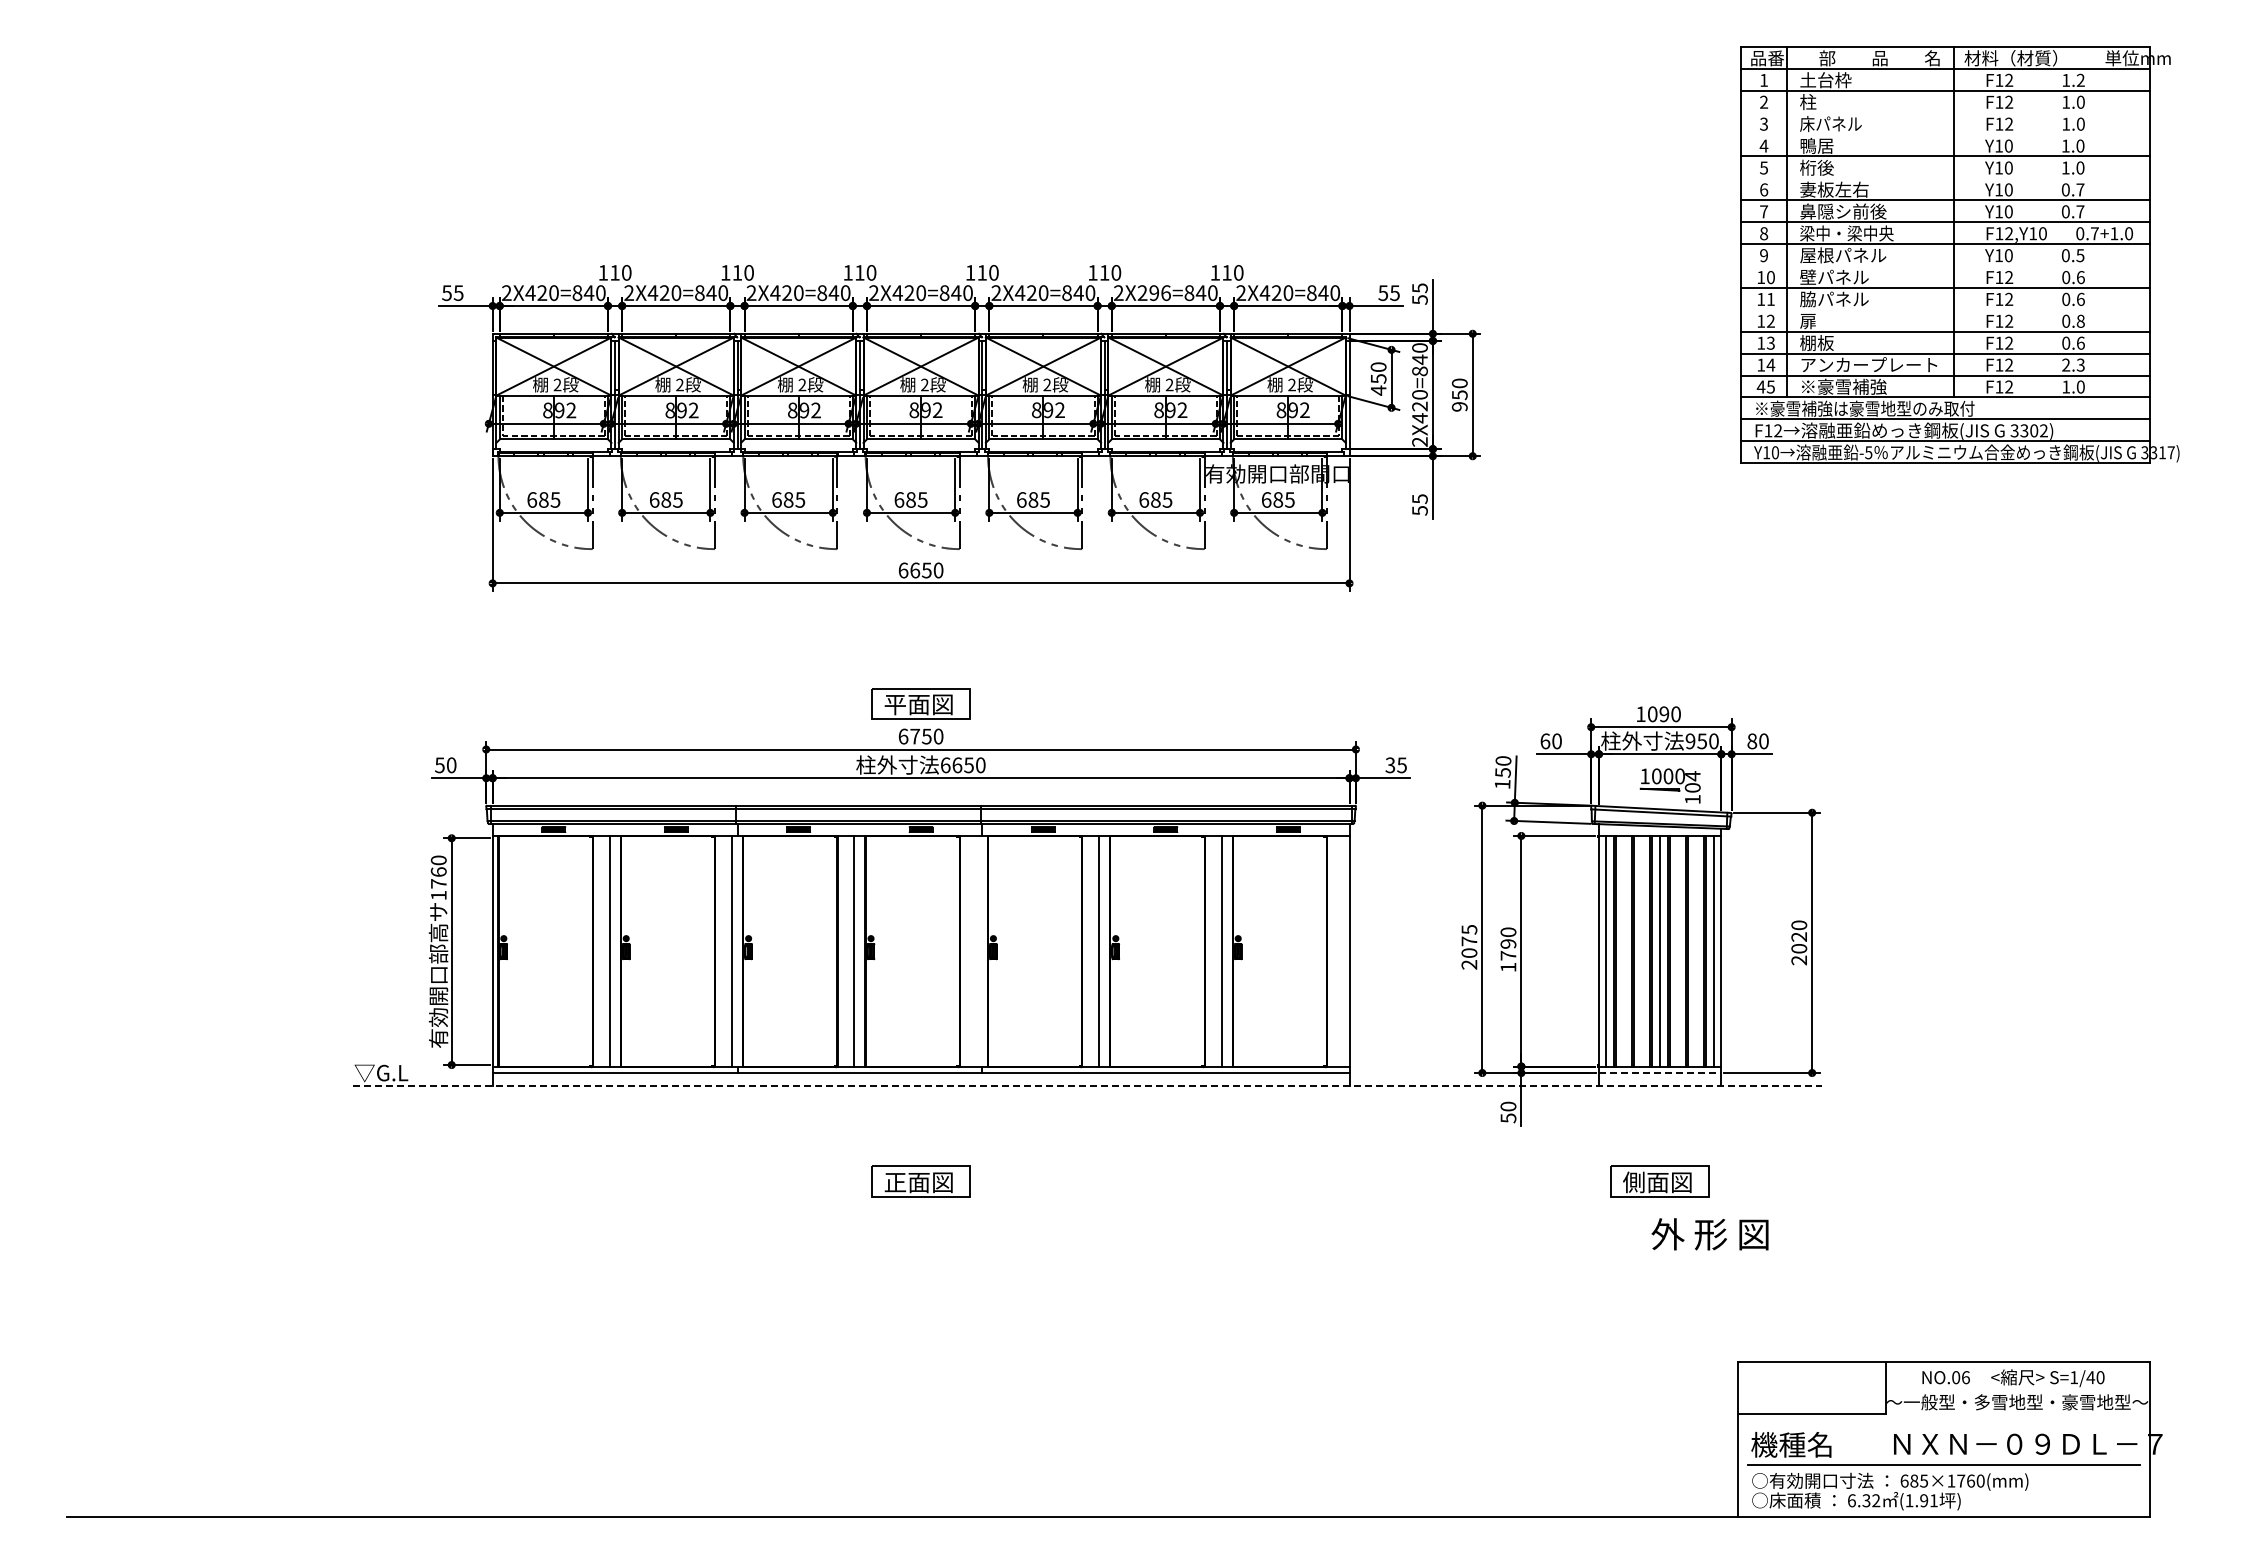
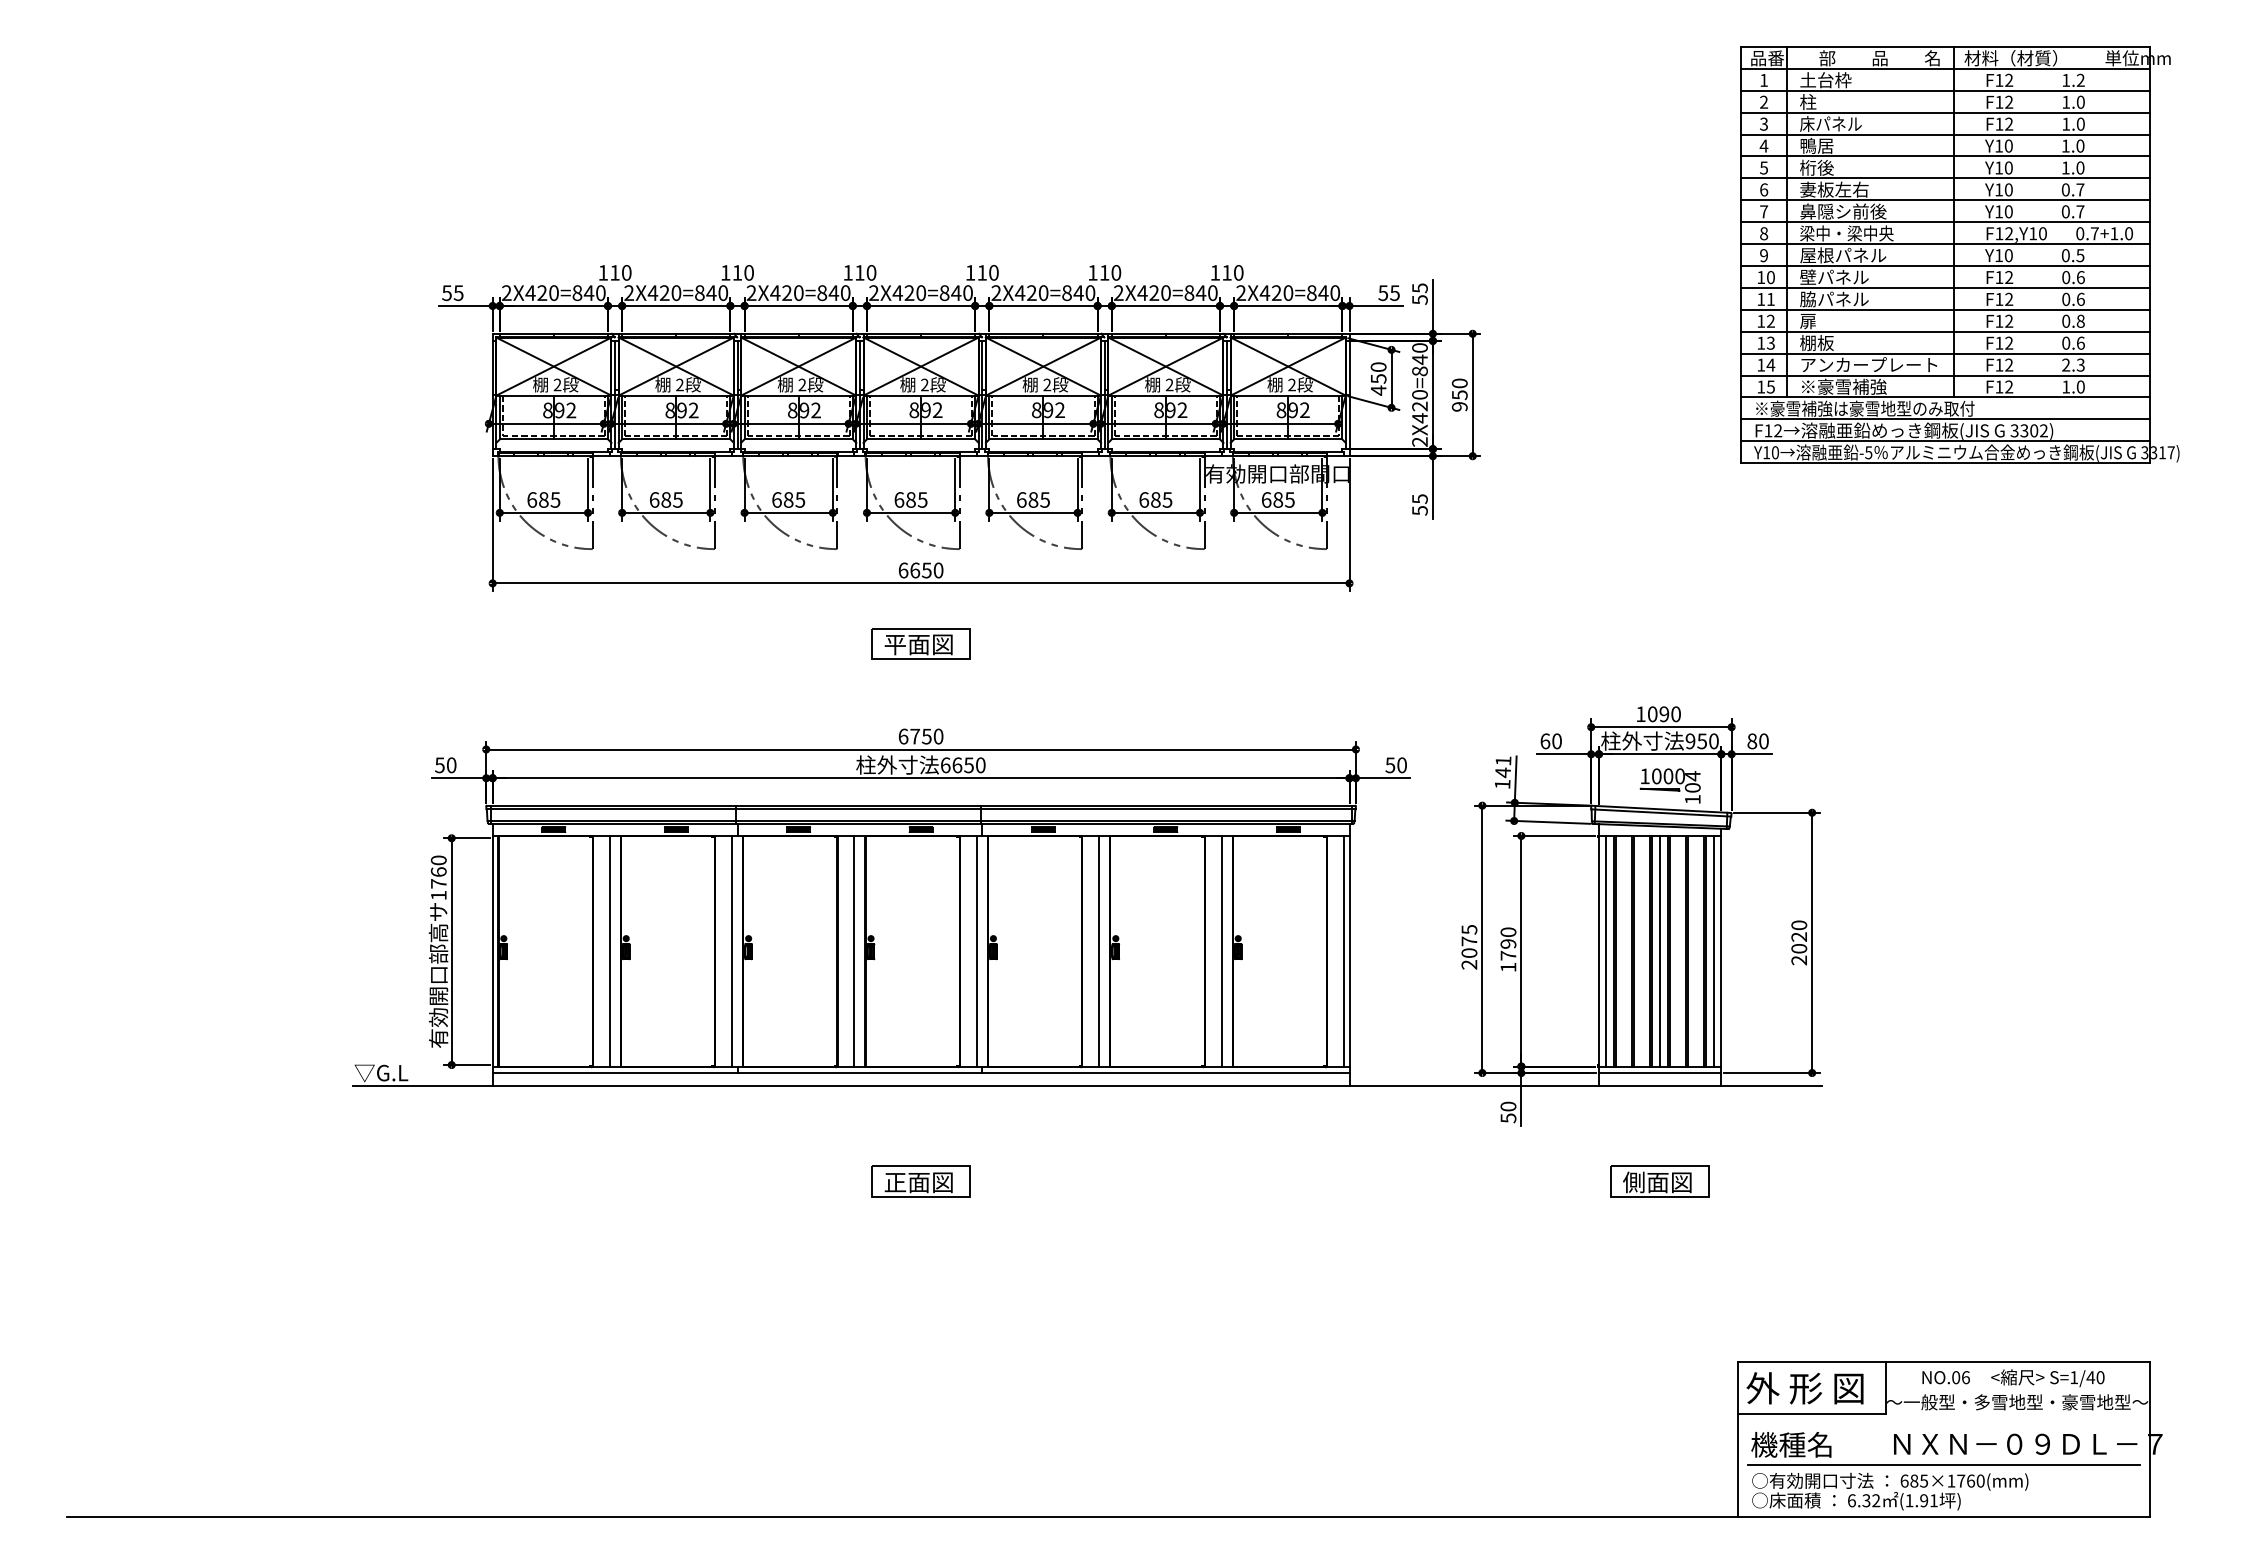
line at (1945, 112): none -> present
line at (1945, 134): none -> present
line at (1945, 178): none -> present
line at (1945, 266): none -> present
text at (1153, 293): 2X296=840 -> 2X420=840
line at (1945, 309): none -> present
text at (1760, 386): 45 -> 15
part at (920, 703) position: (920, 703) -> (920, 643)
text at (1396, 765): 35 -> 50
text at (1503, 767): 150 -> 141
line at (976, 951): none -> present
line at (1343, 951): none -> present
line at (1660, 1072): dashed -> solid
line at (1087, 1085): dashed -> solid
text at (1709, 1234) position: (1709, 1234) -> (1804, 1388)
